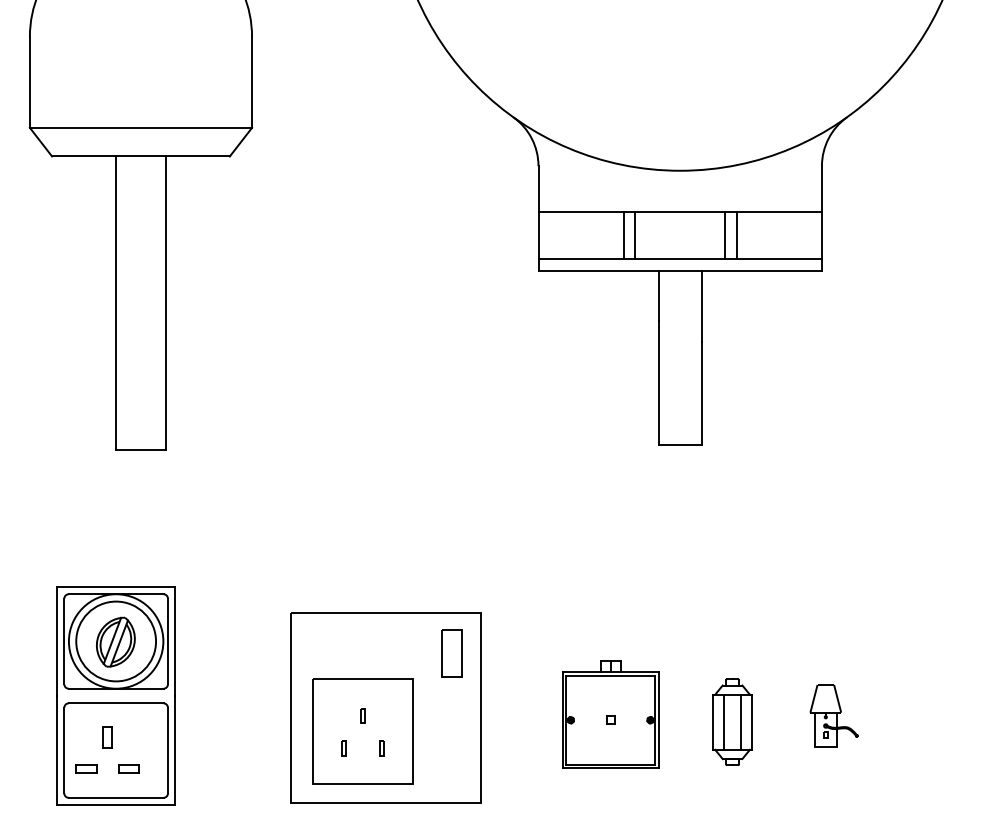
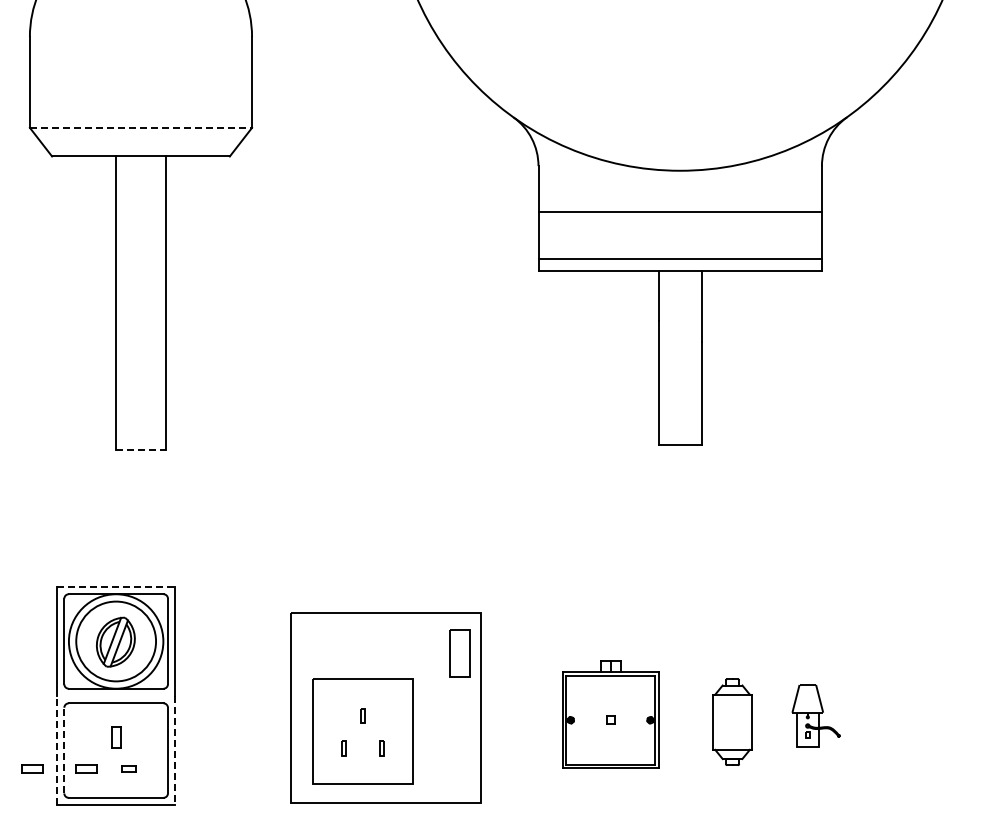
line at (141, 127): solid -> dashed
line at (623, 235): present -> none
line at (635, 235): present -> none
line at (725, 235): present -> none
line at (736, 235): present -> none
line at (141, 449): solid -> dashed
line at (116, 586): solid -> dashed
part at (451, 653) position: (451, 653) -> (459, 653)
part at (833, 715) position: (833, 715) -> (815, 715)
line at (724, 721): present -> none
line at (740, 721): present -> none
part at (107, 737) position: (107, 737) -> (116, 737)
line at (57, 750): solid -> dashed
line at (64, 750): solid -> dashed
line at (175, 750): solid -> dashed
part at (32, 768): none -> present
part at (128, 768) size: 22x10 px -> 16x8 px
